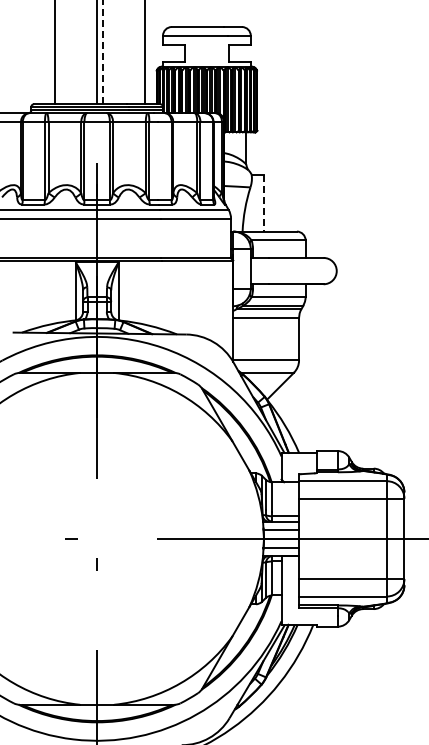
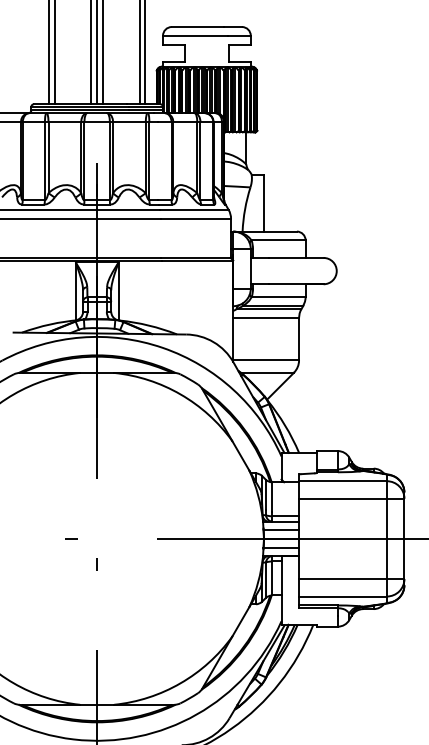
line at (103, 52): dashed -> solid
line at (48, 53): none -> present
line at (91, 53): none -> present
line at (139, 53): none -> present
line at (263, 203): dashed -> solid
